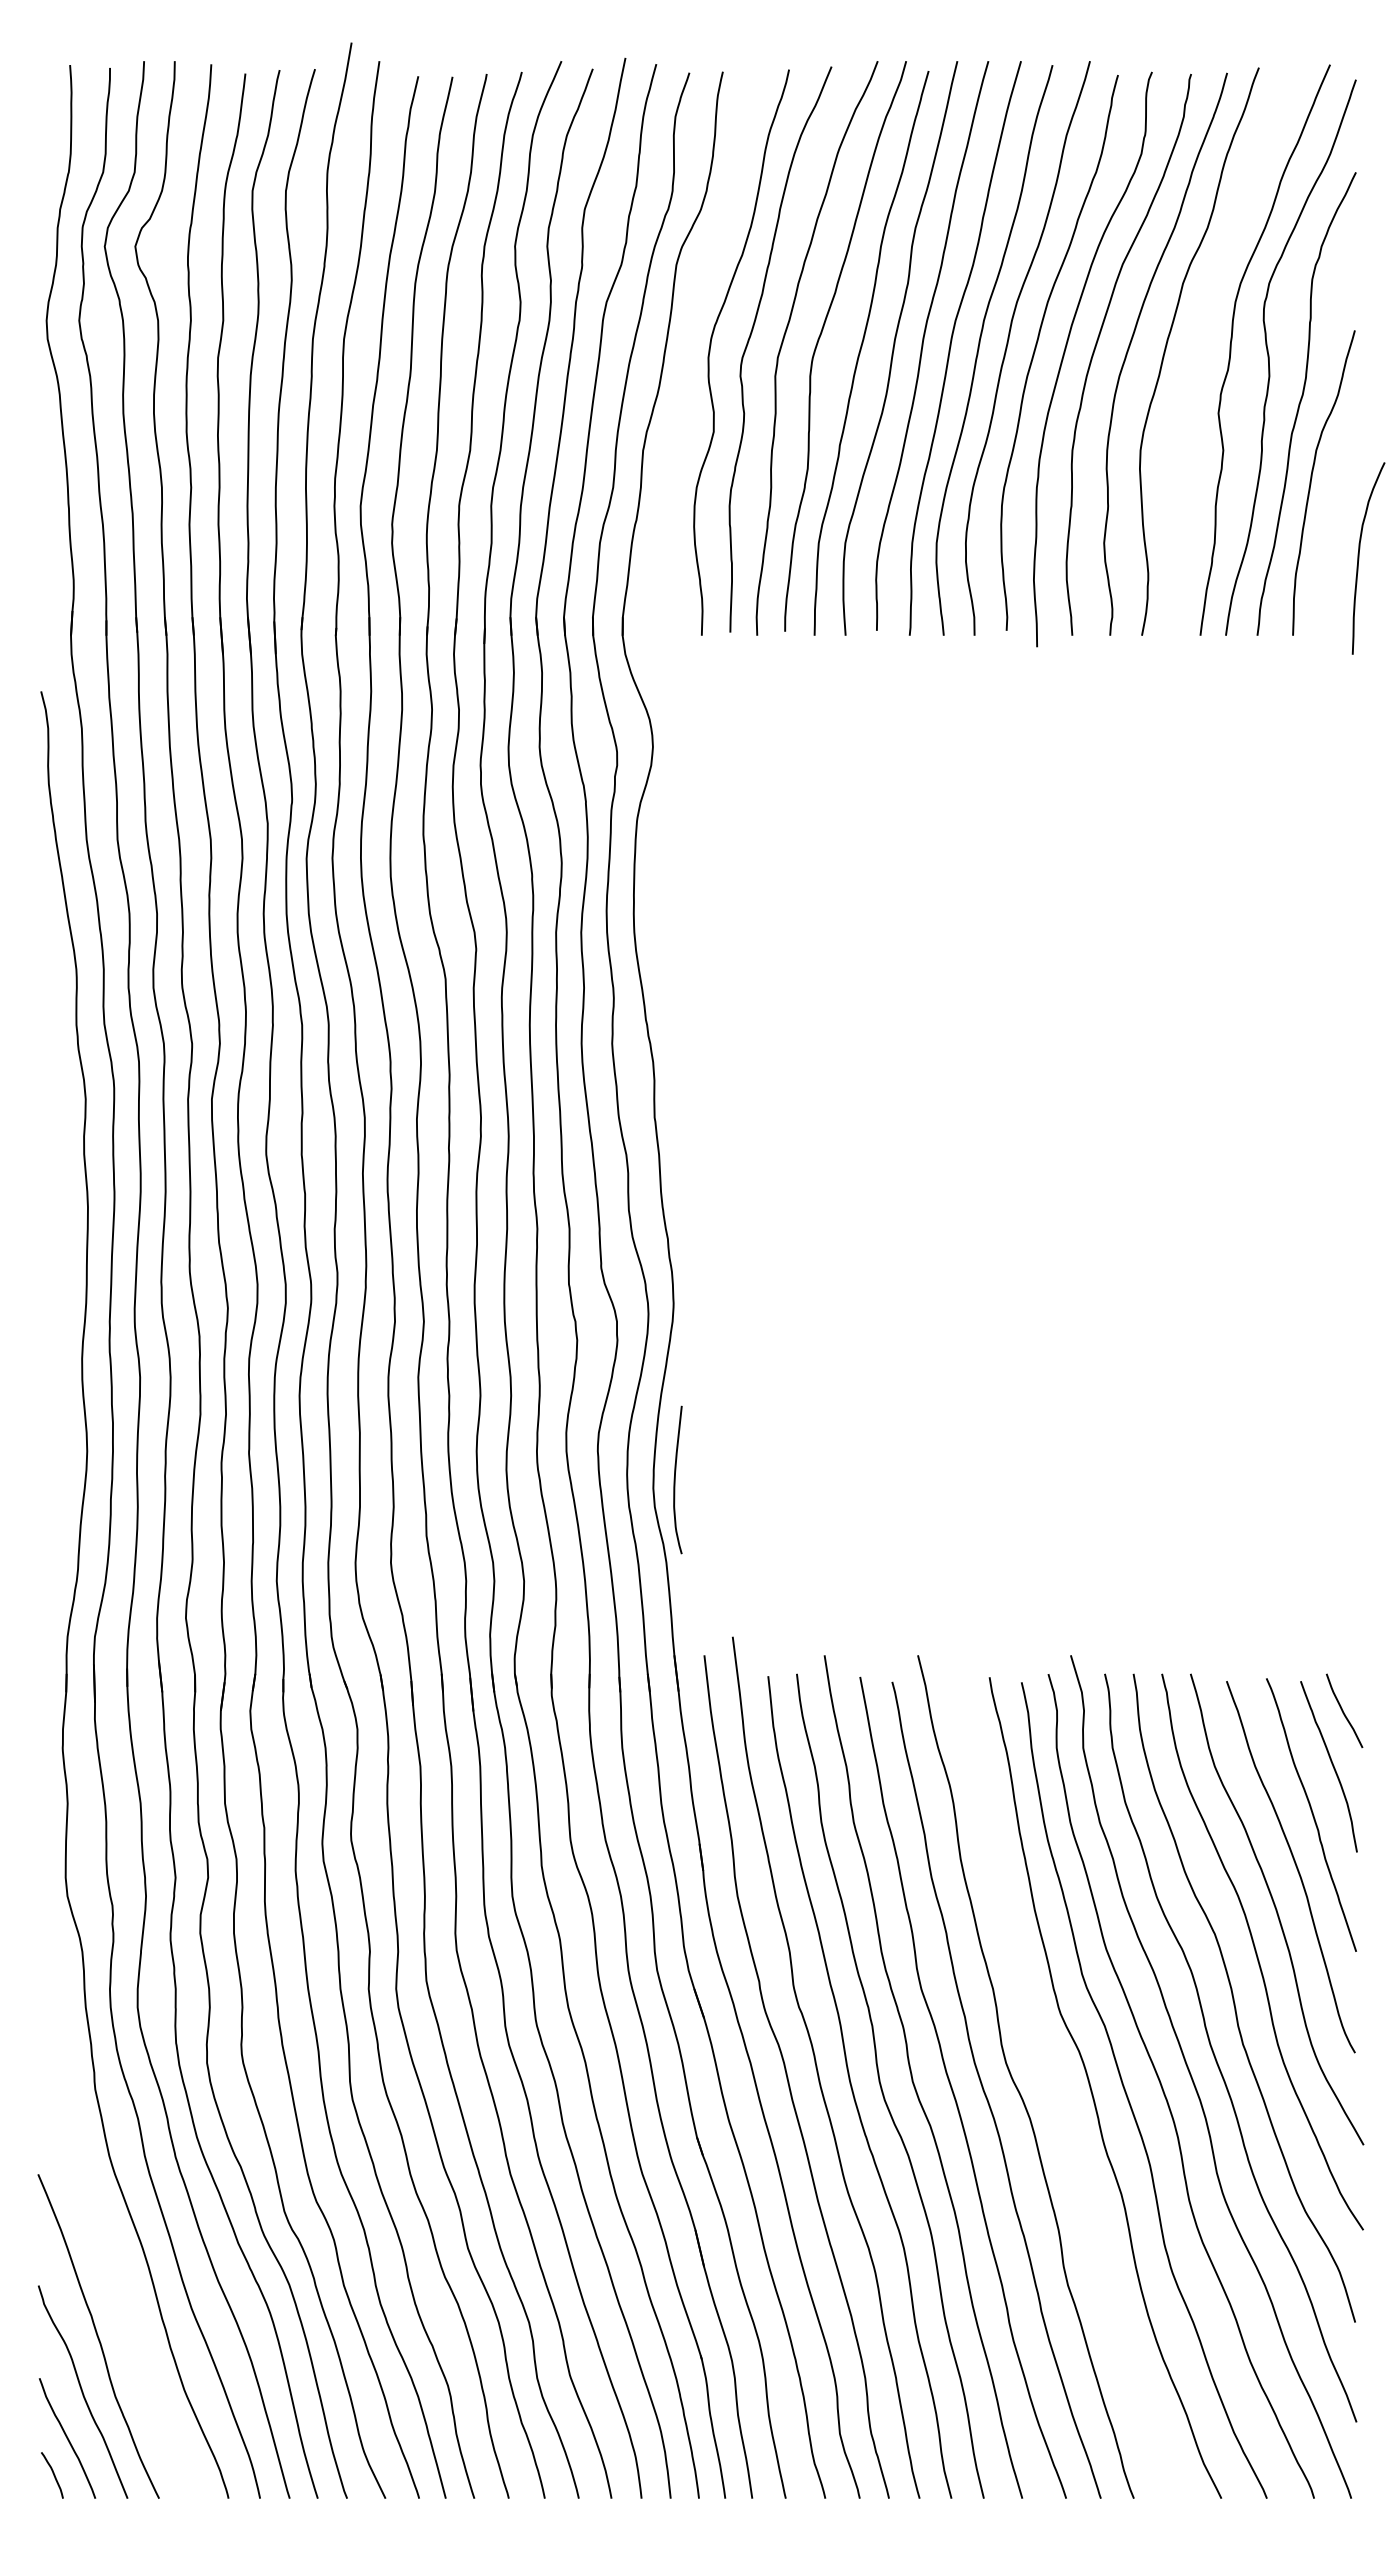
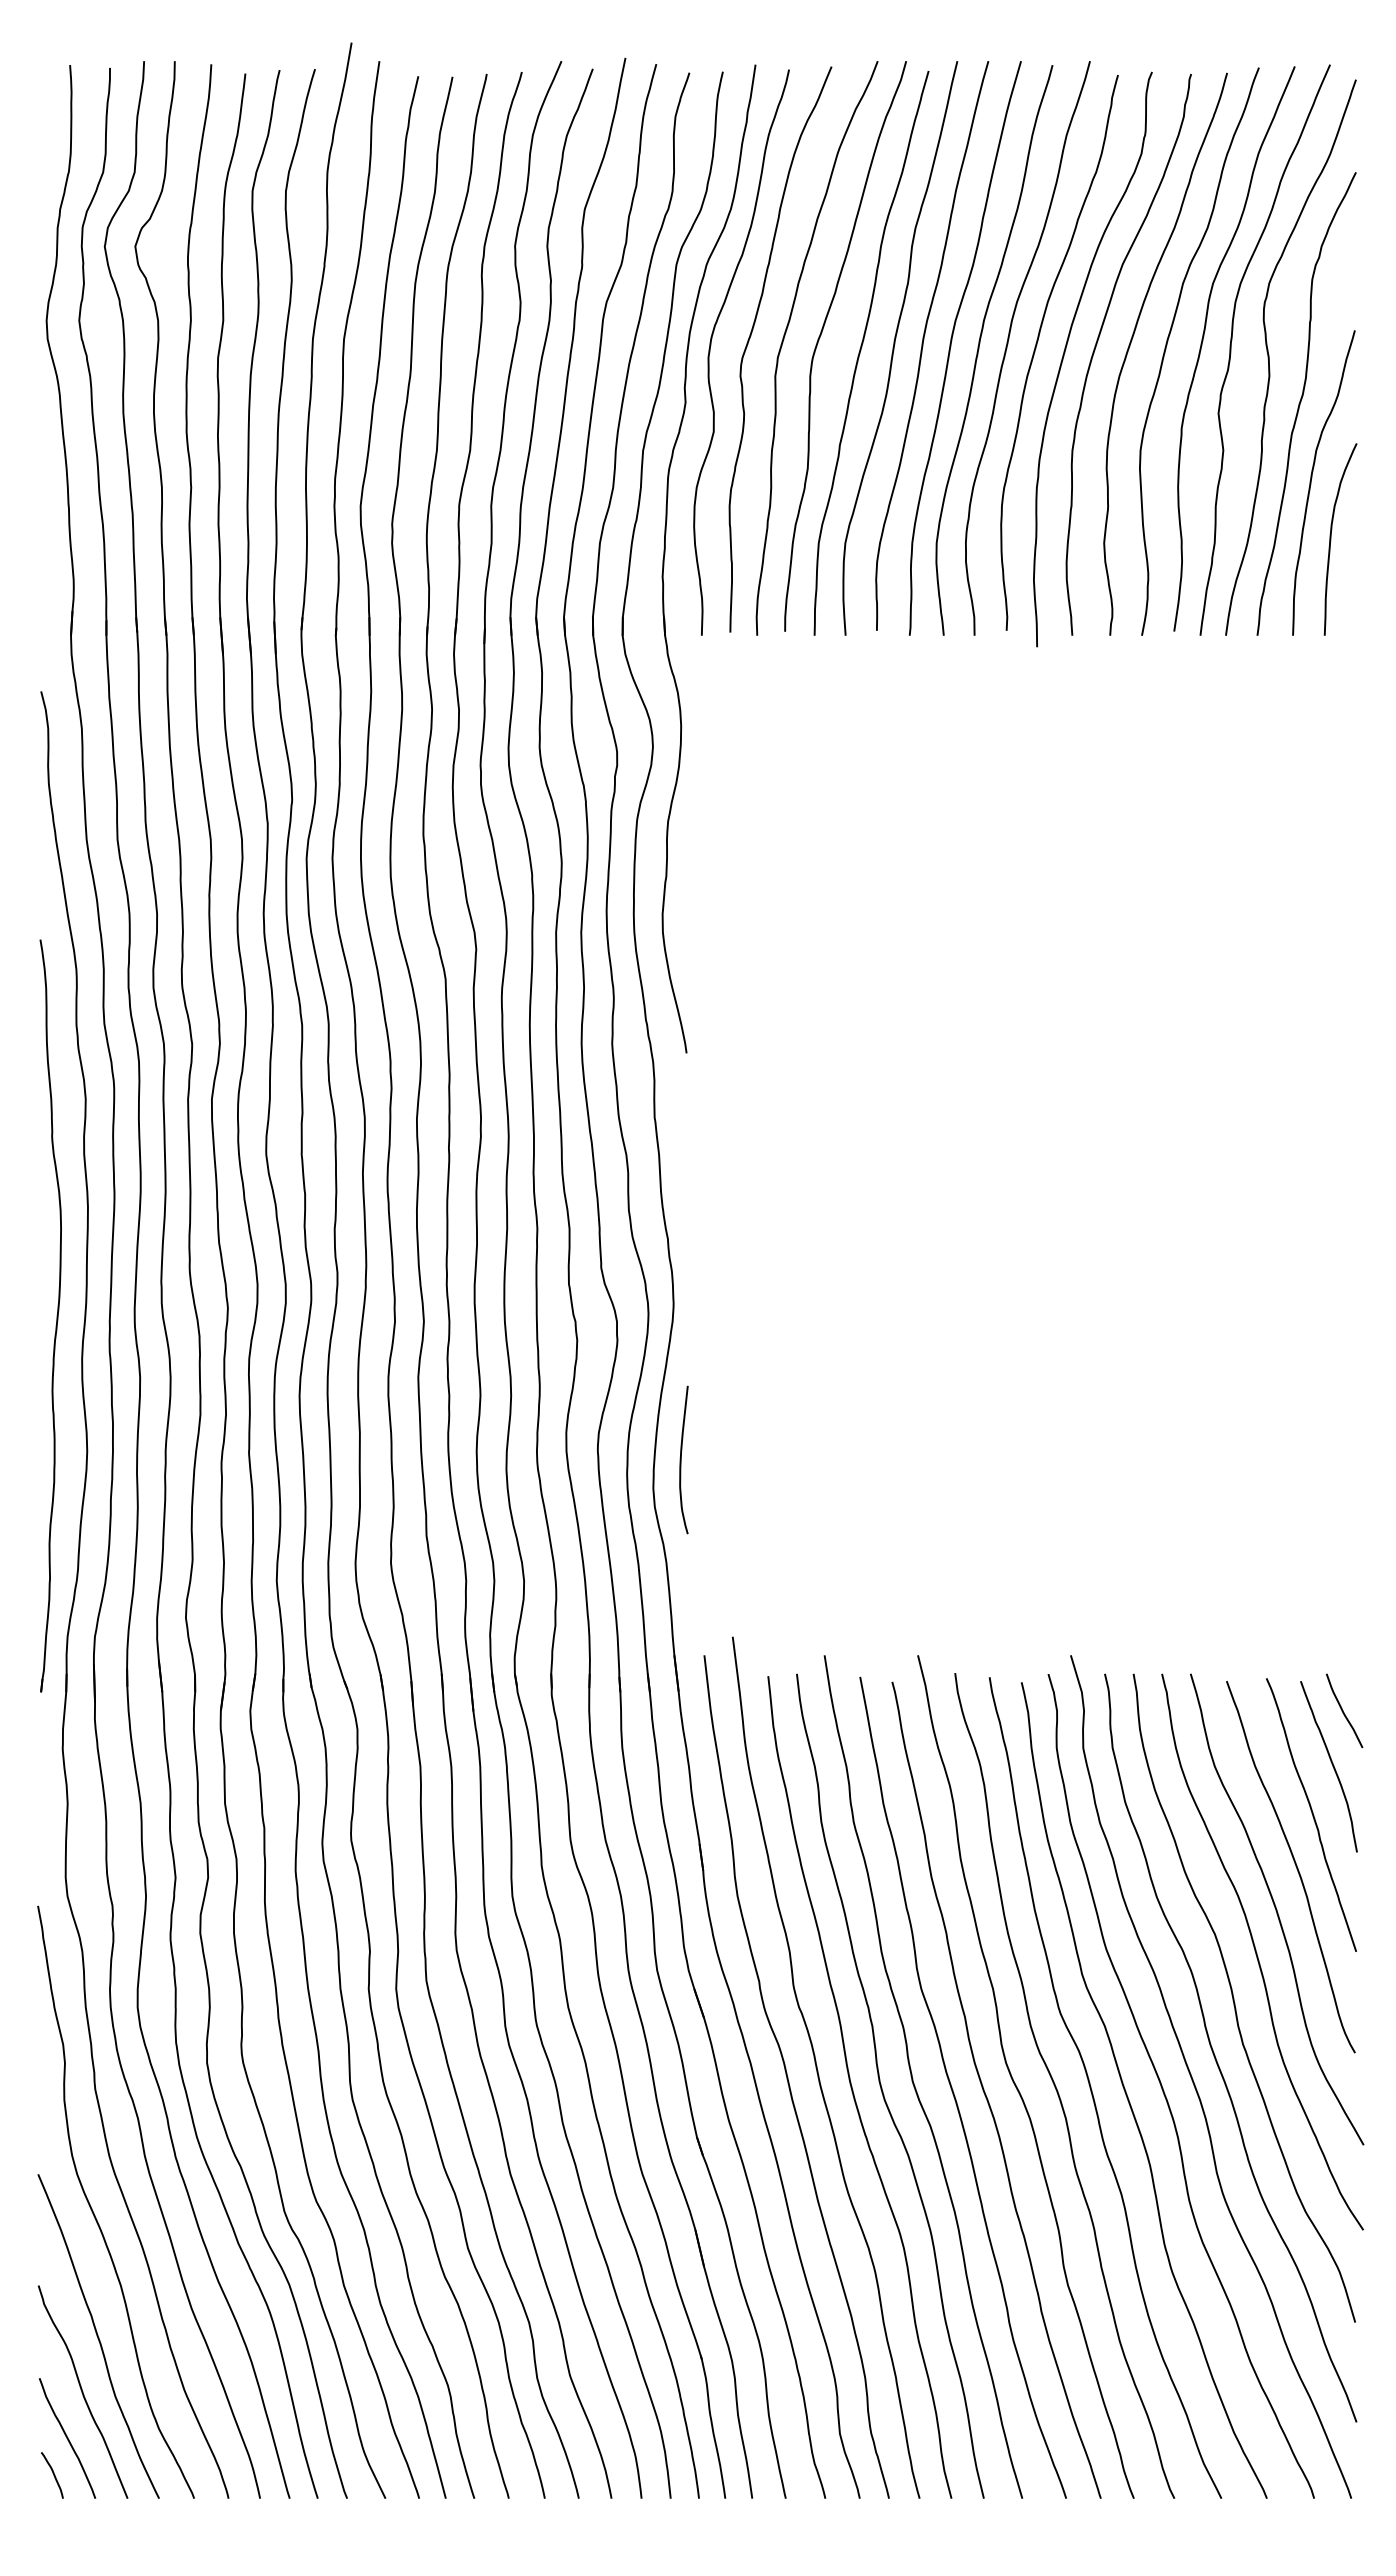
curve at (1203, 341): none -> present
part at (665, 555): none -> present
curve at (1359, 558) position: (1359, 558) -> (1331, 539)
part at (50, 1315): none -> present
curve at (675, 1479) position: (675, 1479) -> (681, 1459)
curve at (1057, 2088): none -> present
curve at (93, 2210): none -> present
